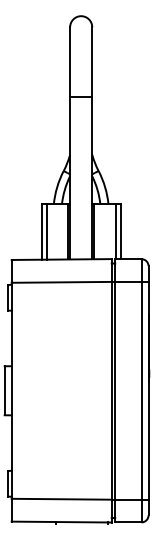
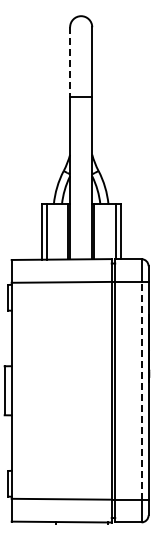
line at (70, 62): solid -> dashed
line at (141, 390): solid -> dashed
